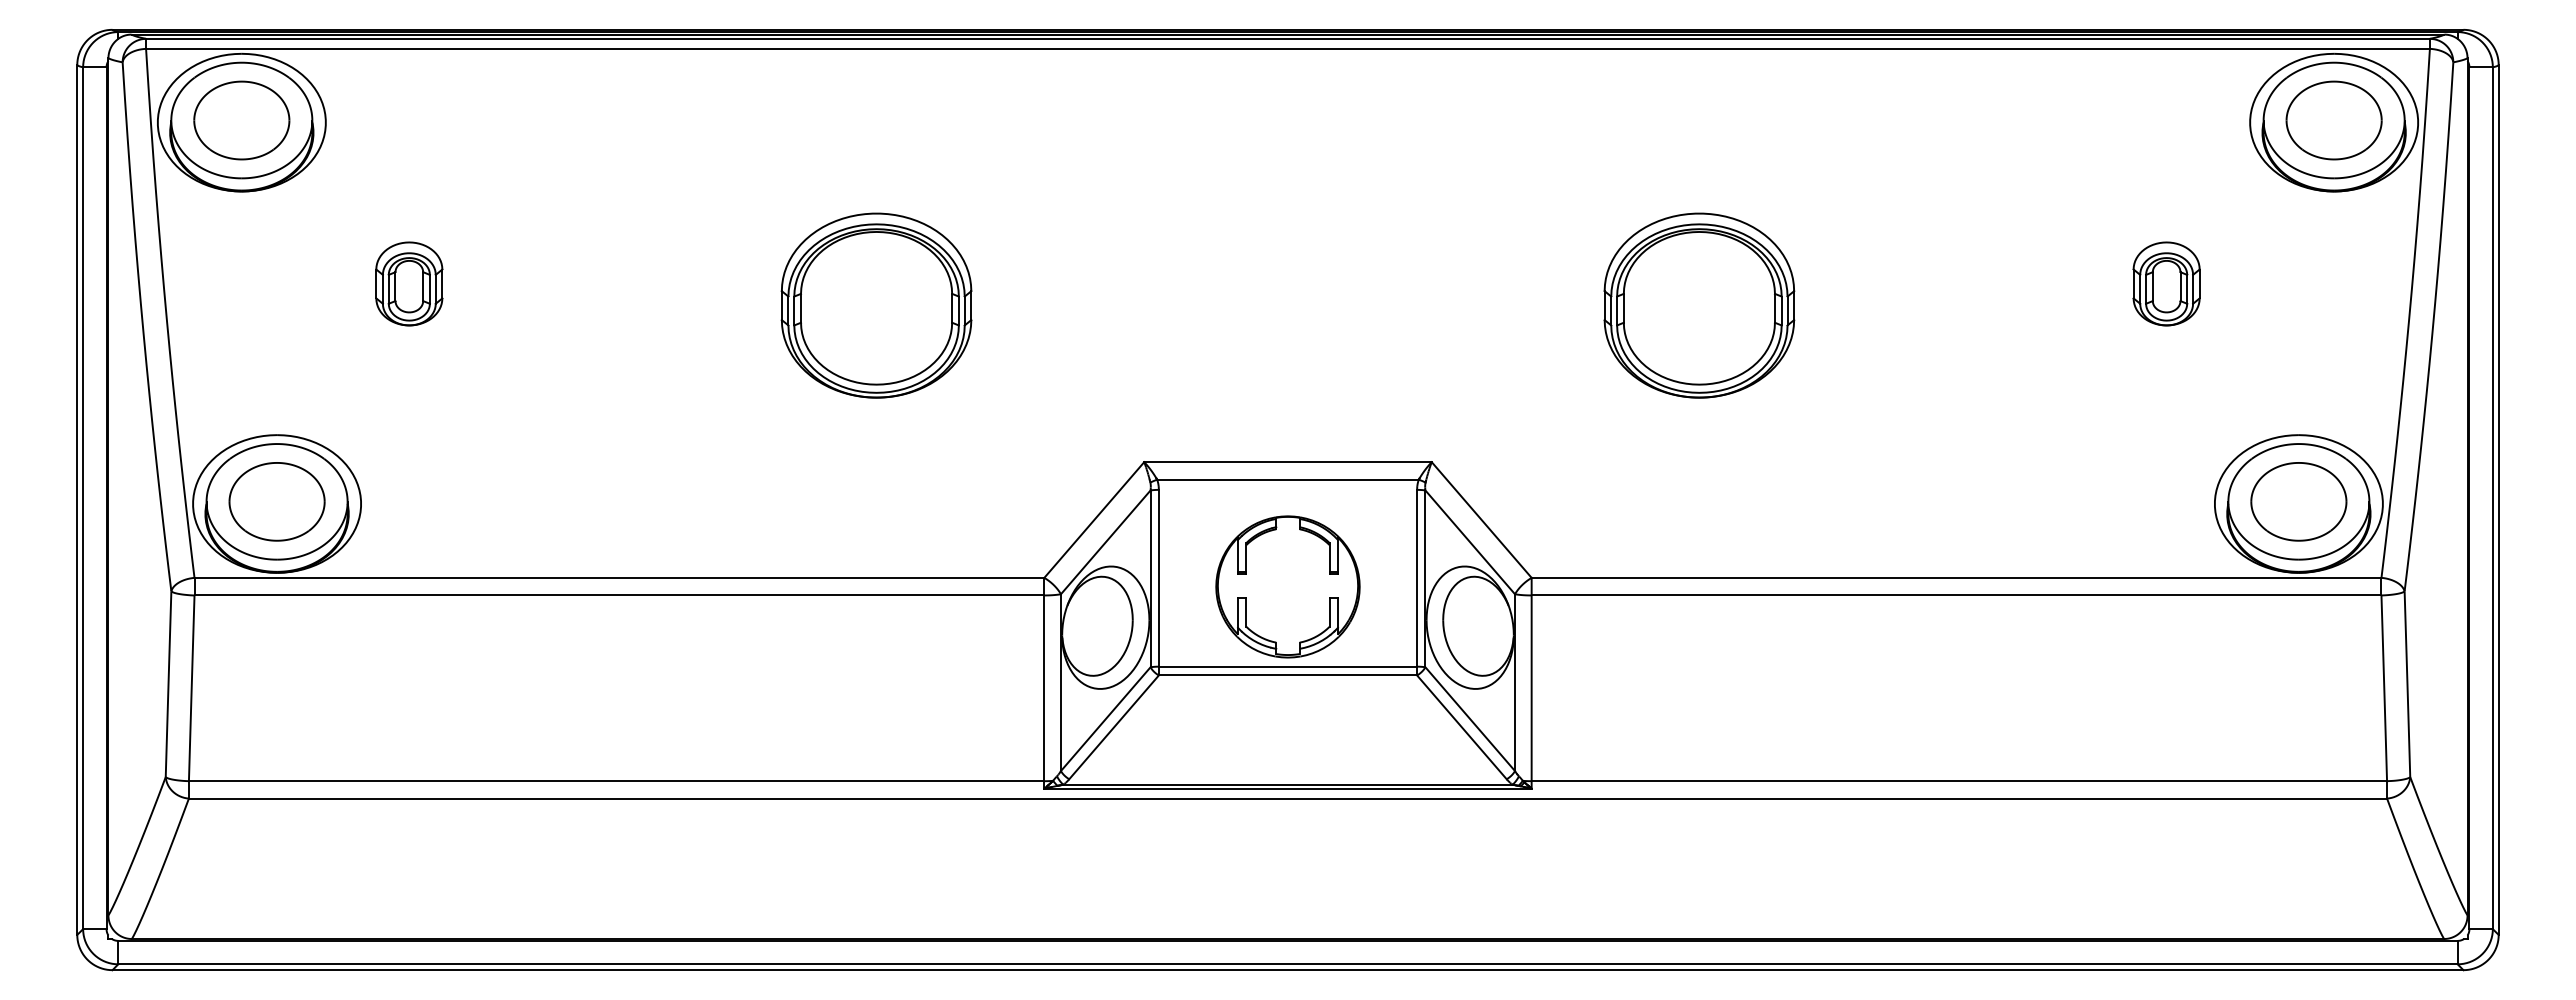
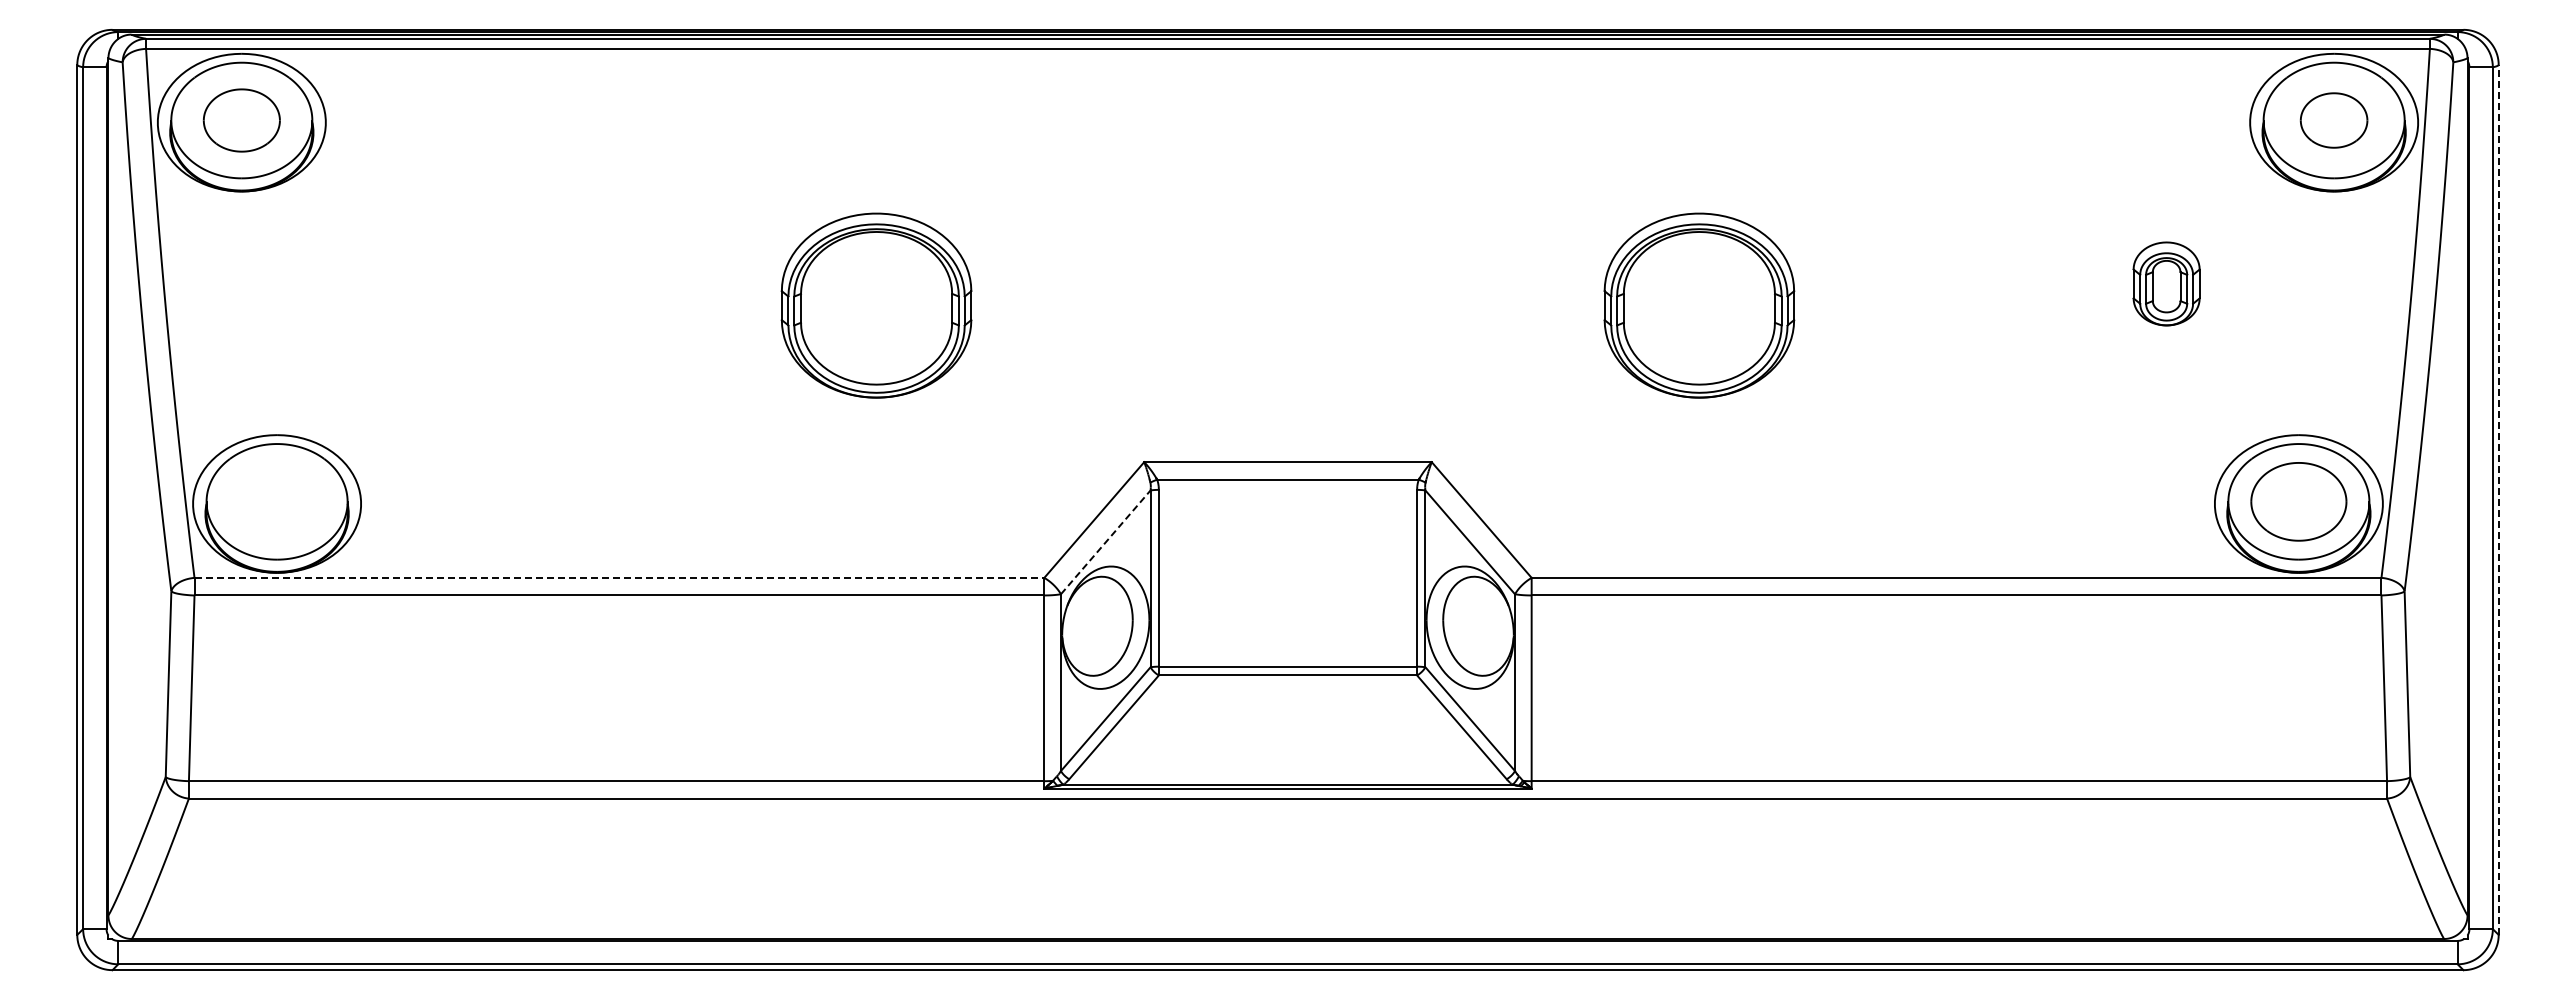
part at (241, 120) size: 98x81 px -> 79x65 px
part at (2333, 120) size: 98x81 px -> 70x57 px
part at (409, 283): present -> none
line at (2498, 500): solid -> dashed
part at (276, 501): present -> none
line at (1105, 542): solid -> dashed
line at (619, 577): solid -> dashed
part at (1287, 586): present -> none
